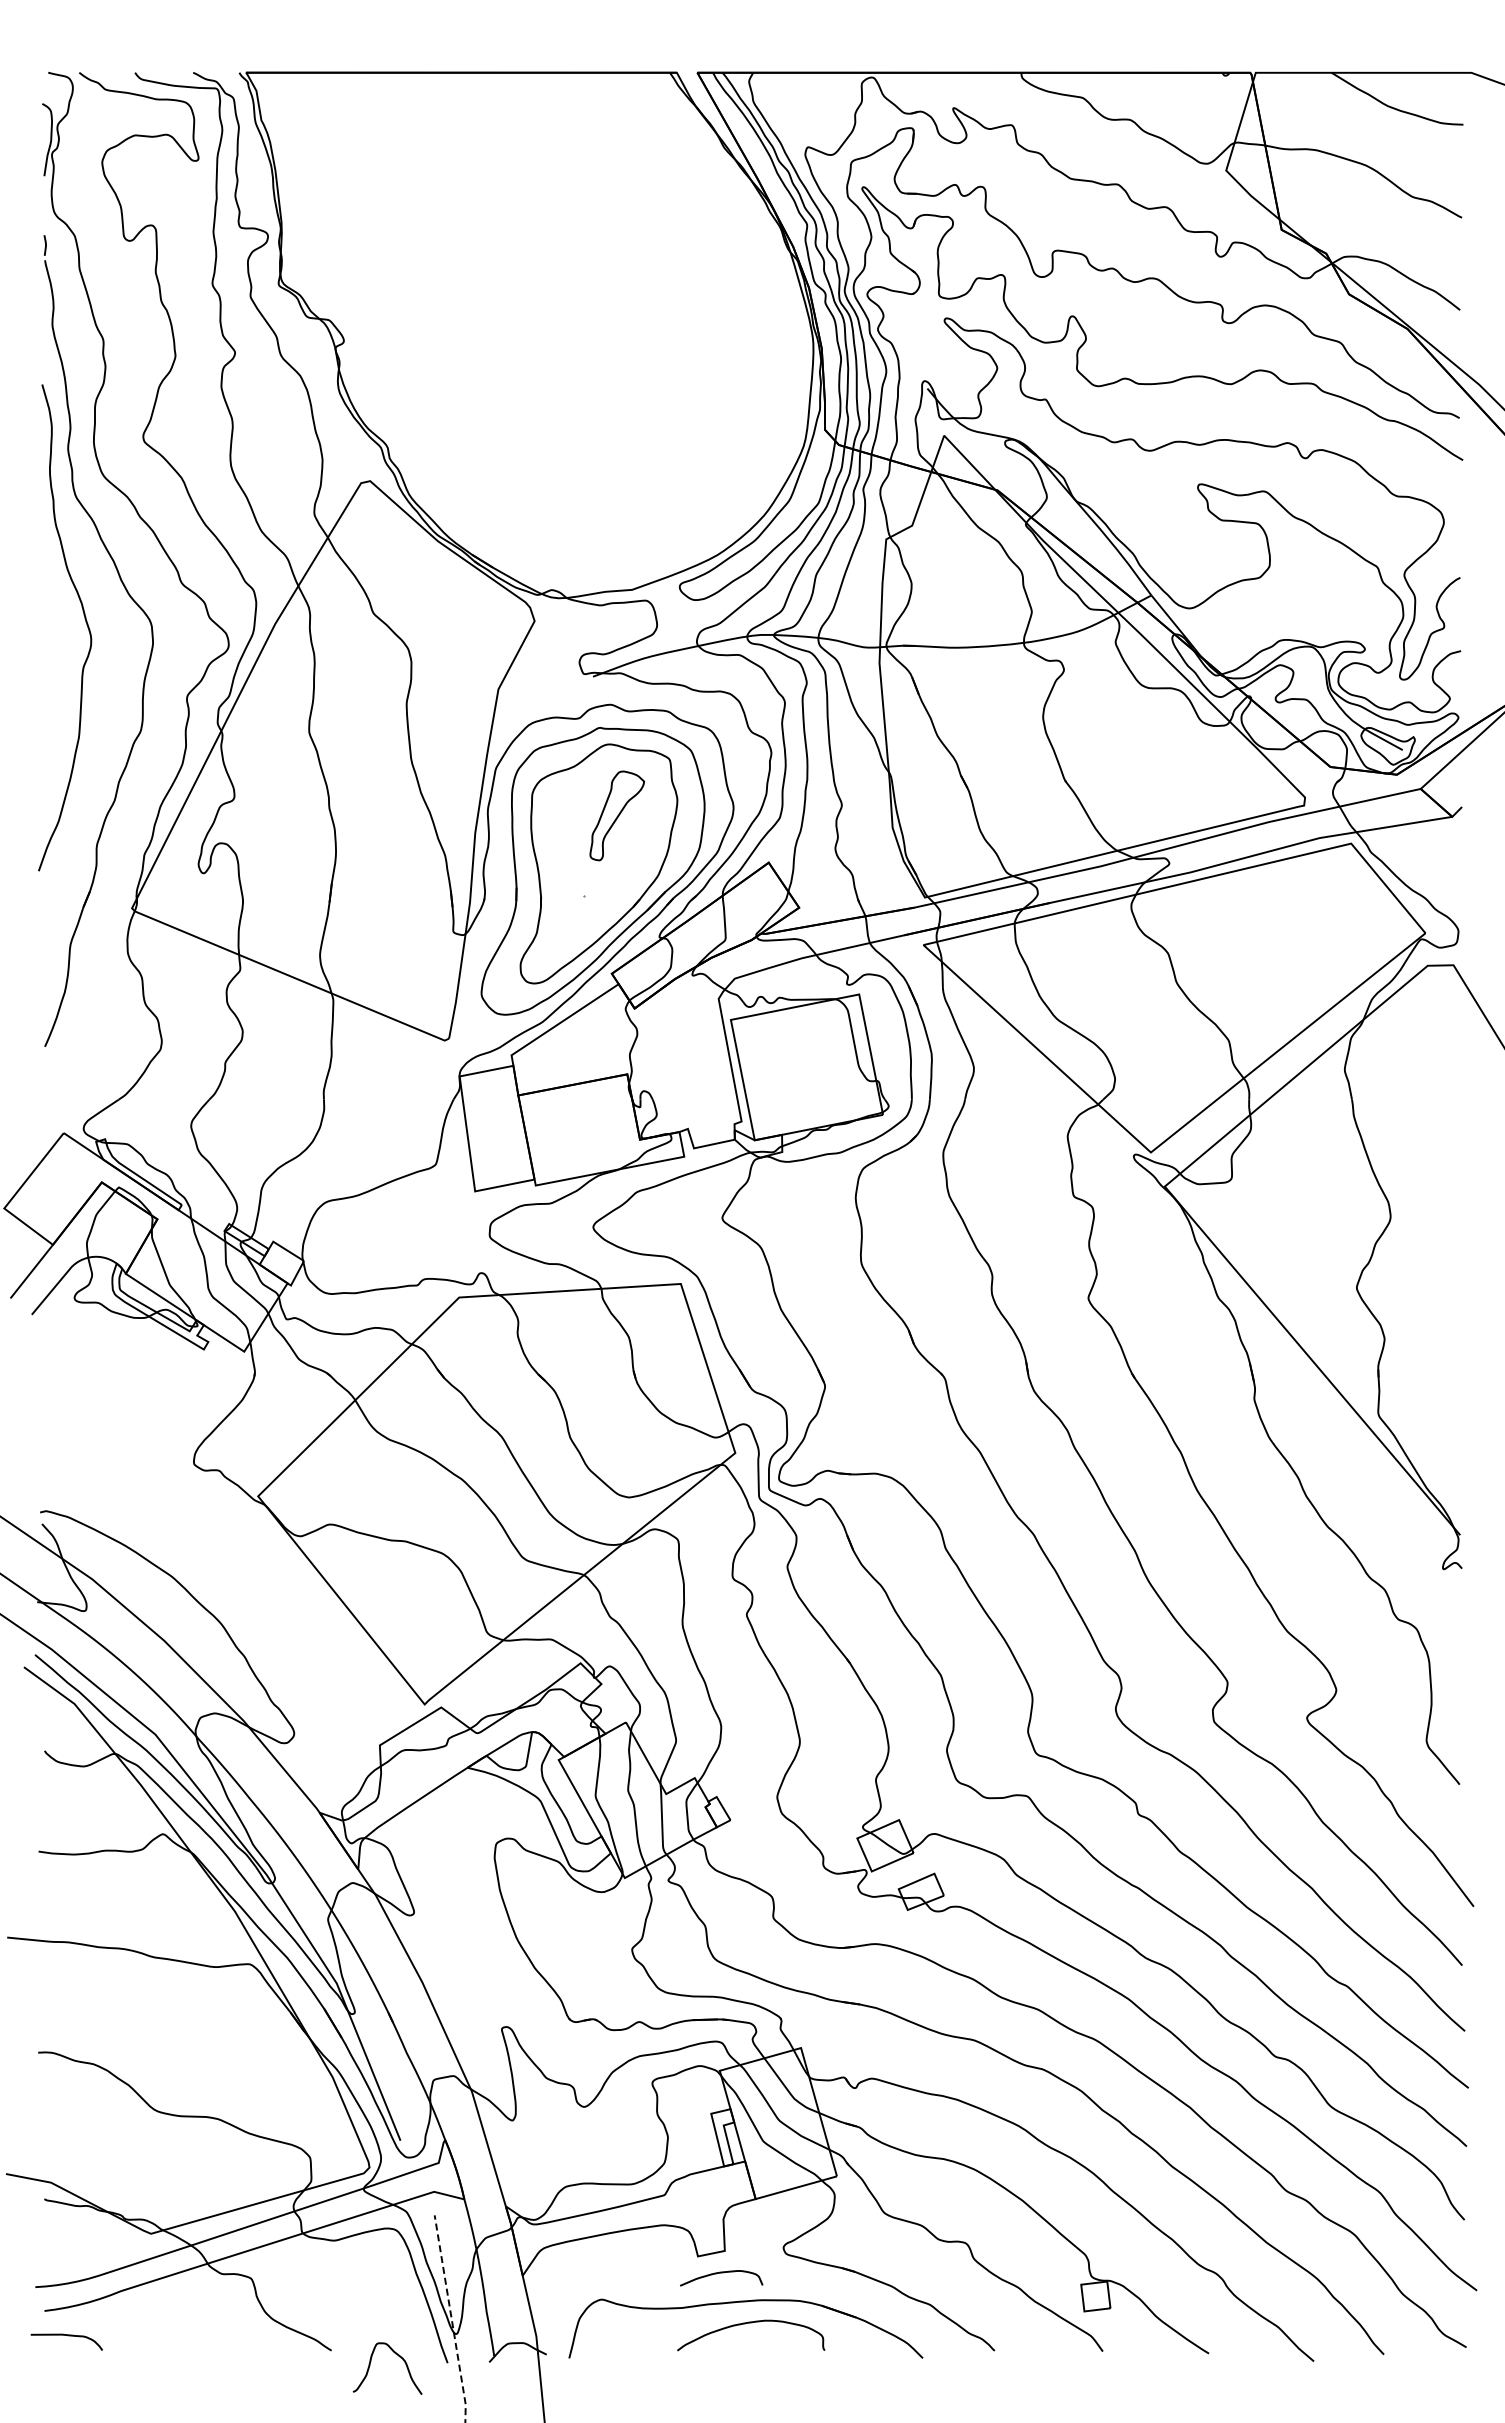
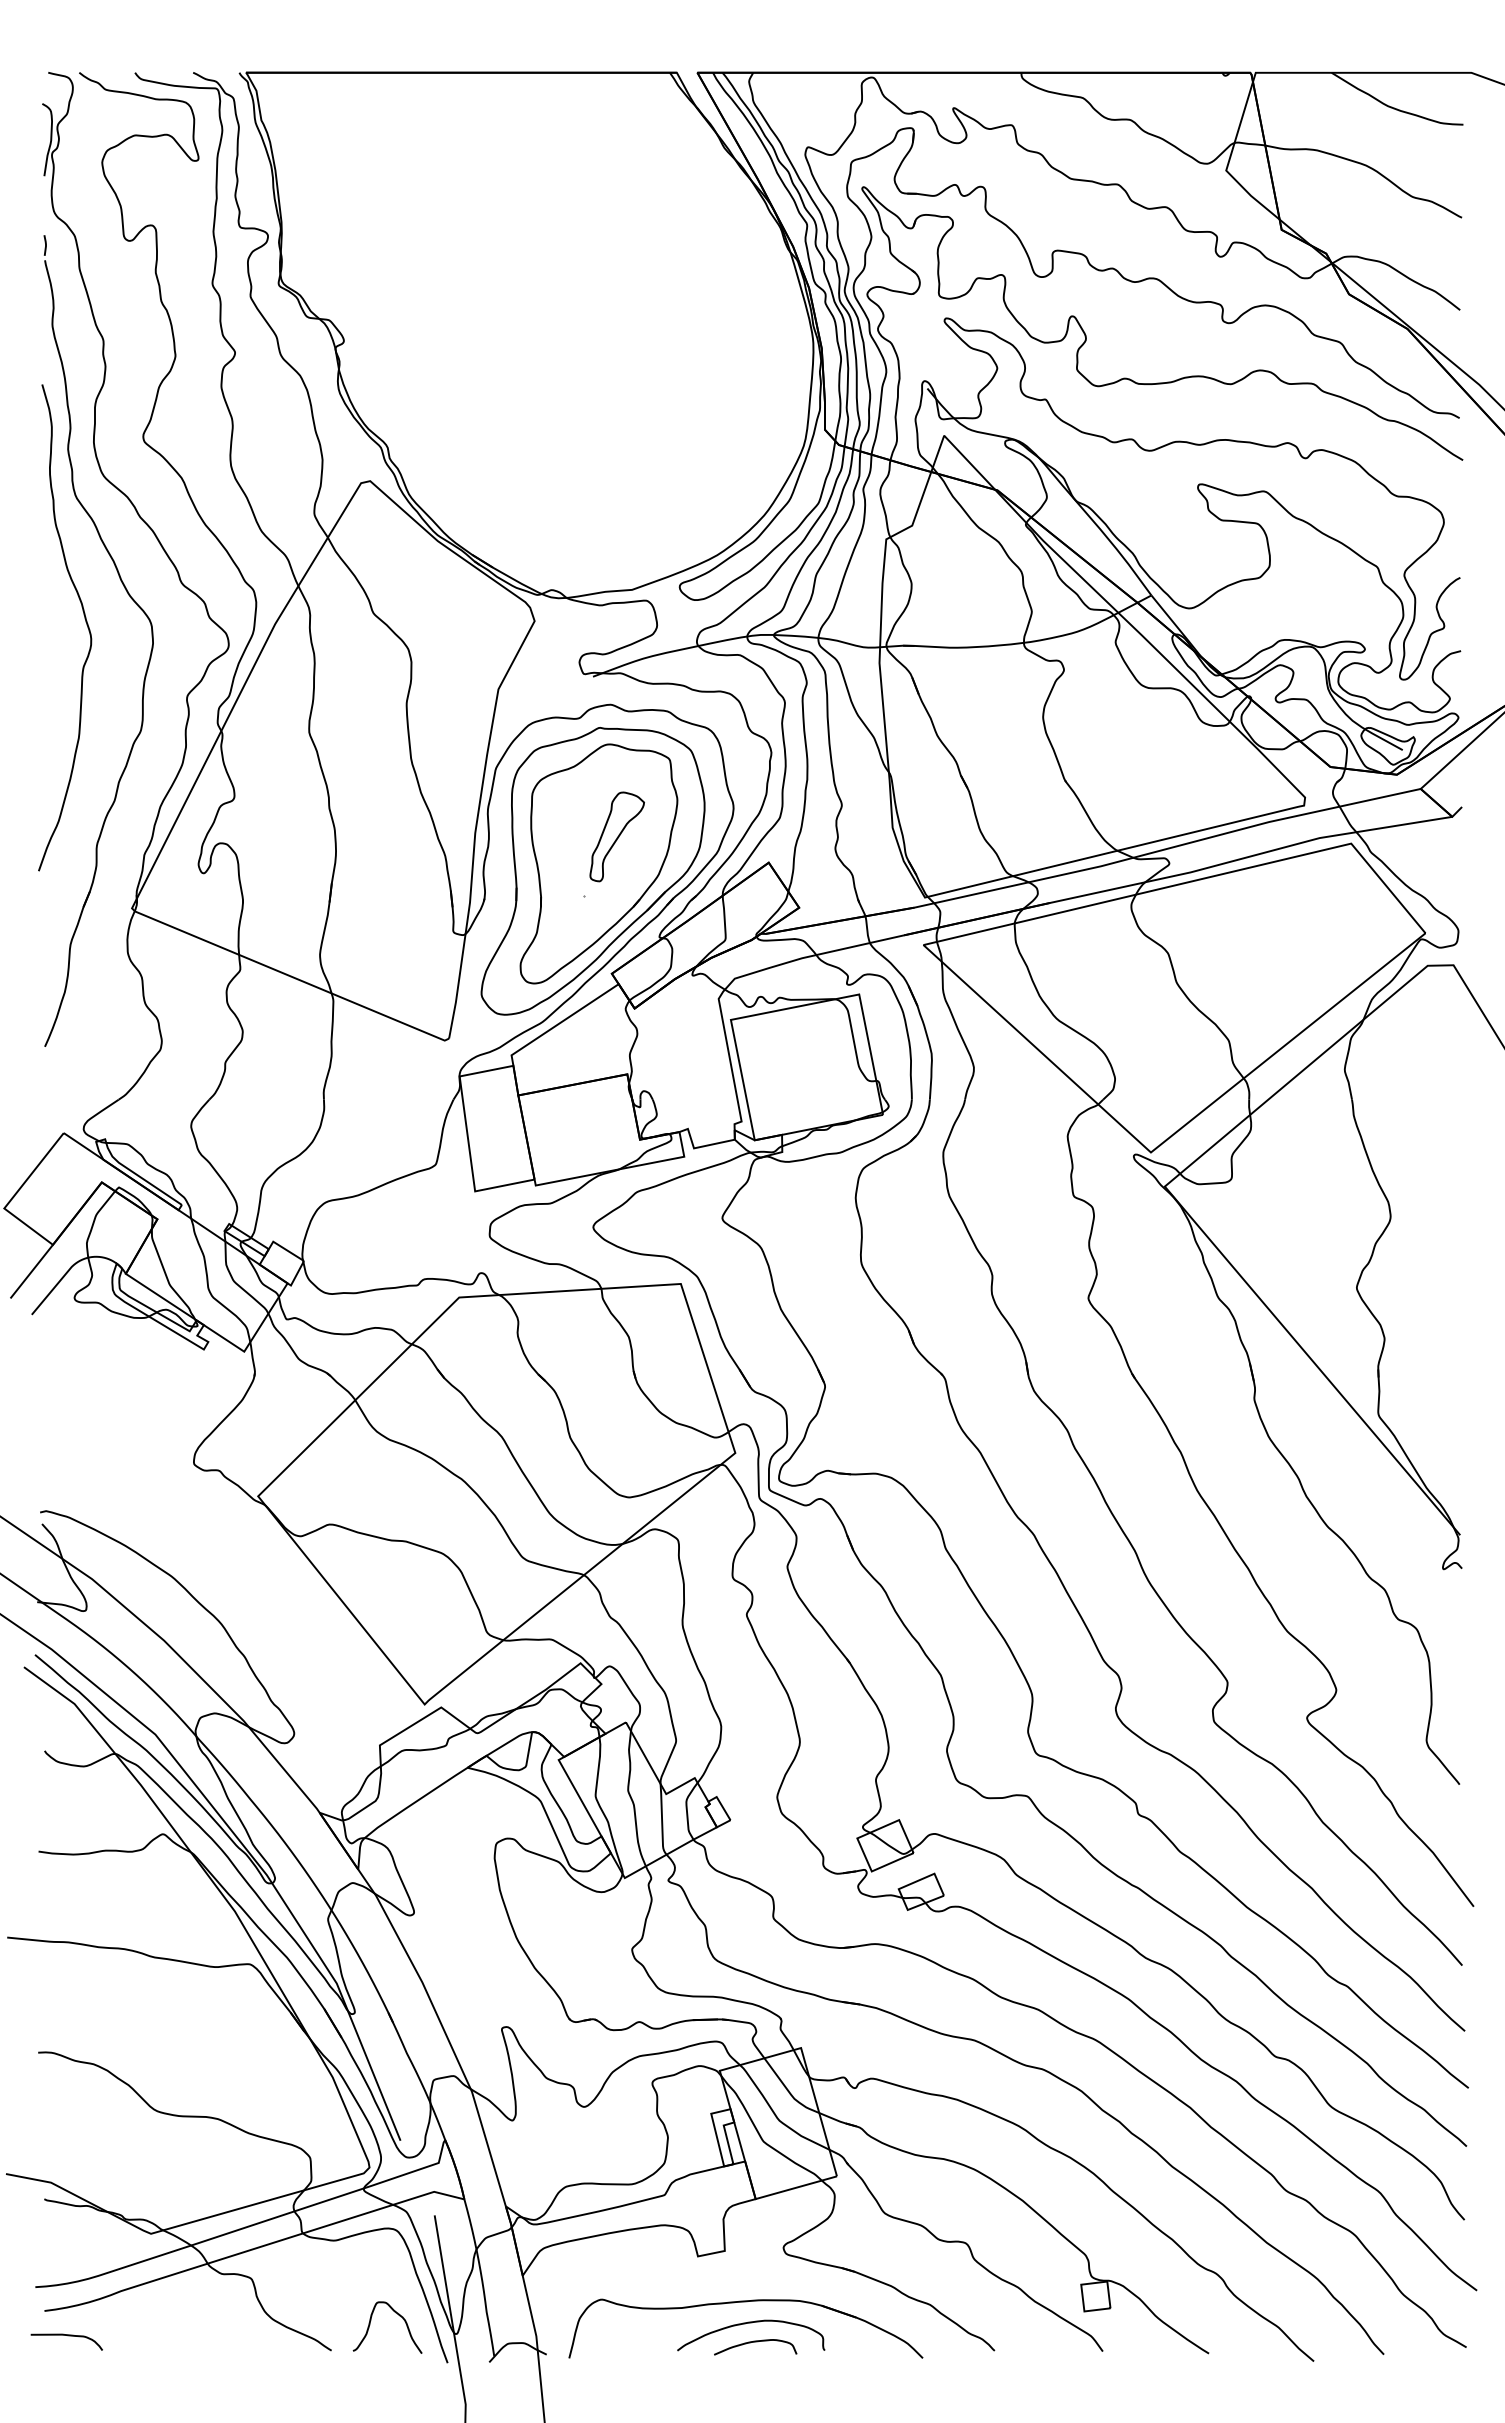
part at (616, 815) position: (616, 815) -> (616, 836)
curve at (721, 2273) position: (721, 2273) -> (755, 2342)
line at (451, 2318): dashed -> solid
curve at (395, 2354) position: (395, 2354) -> (395, 2313)
